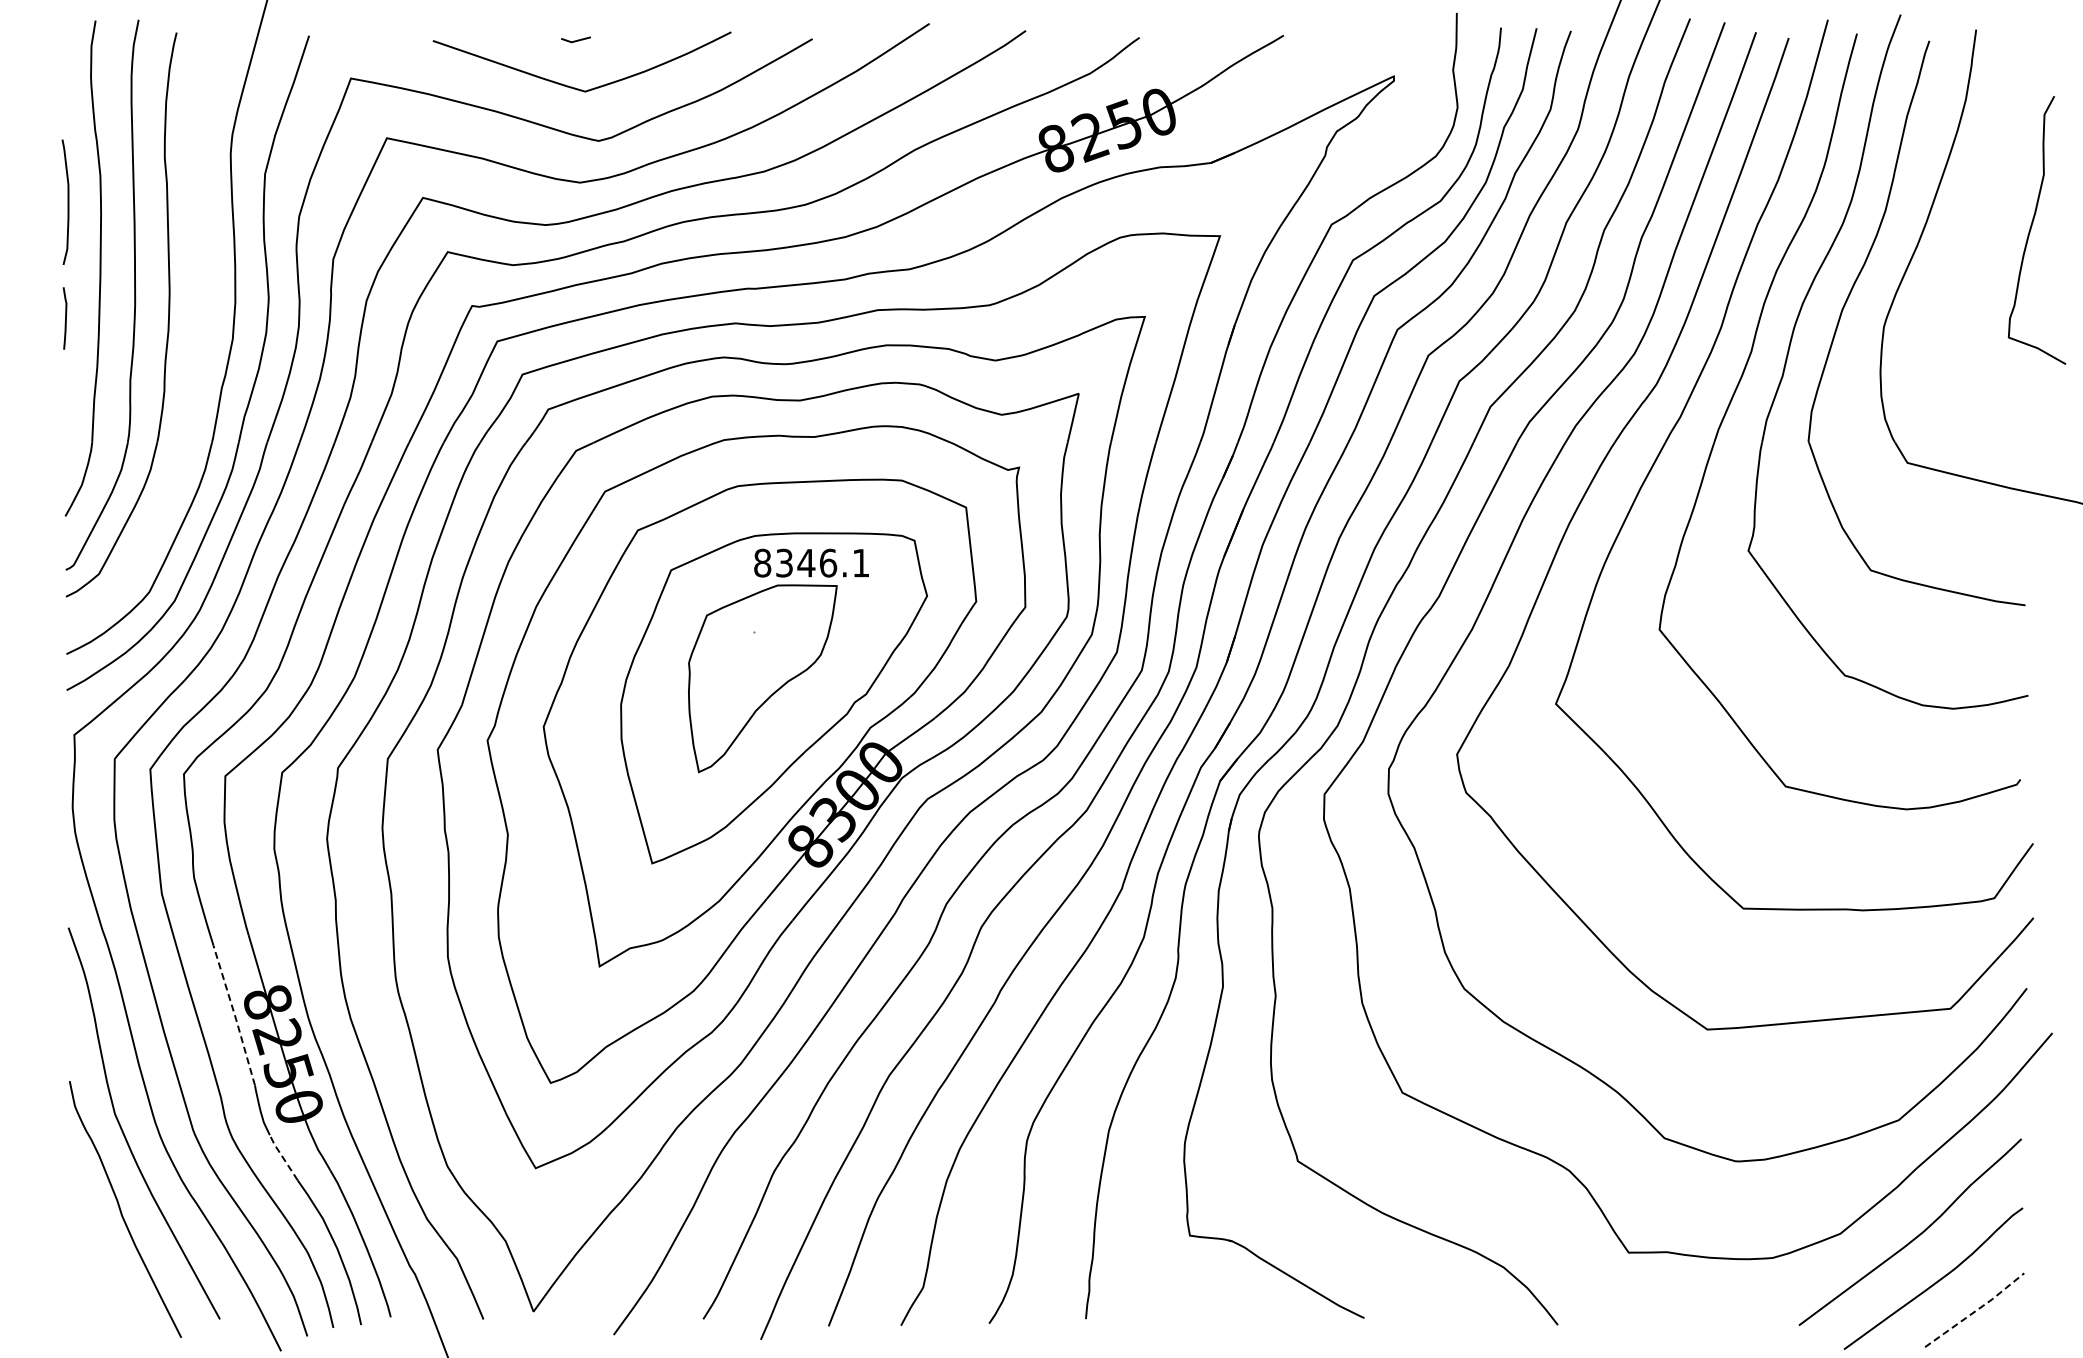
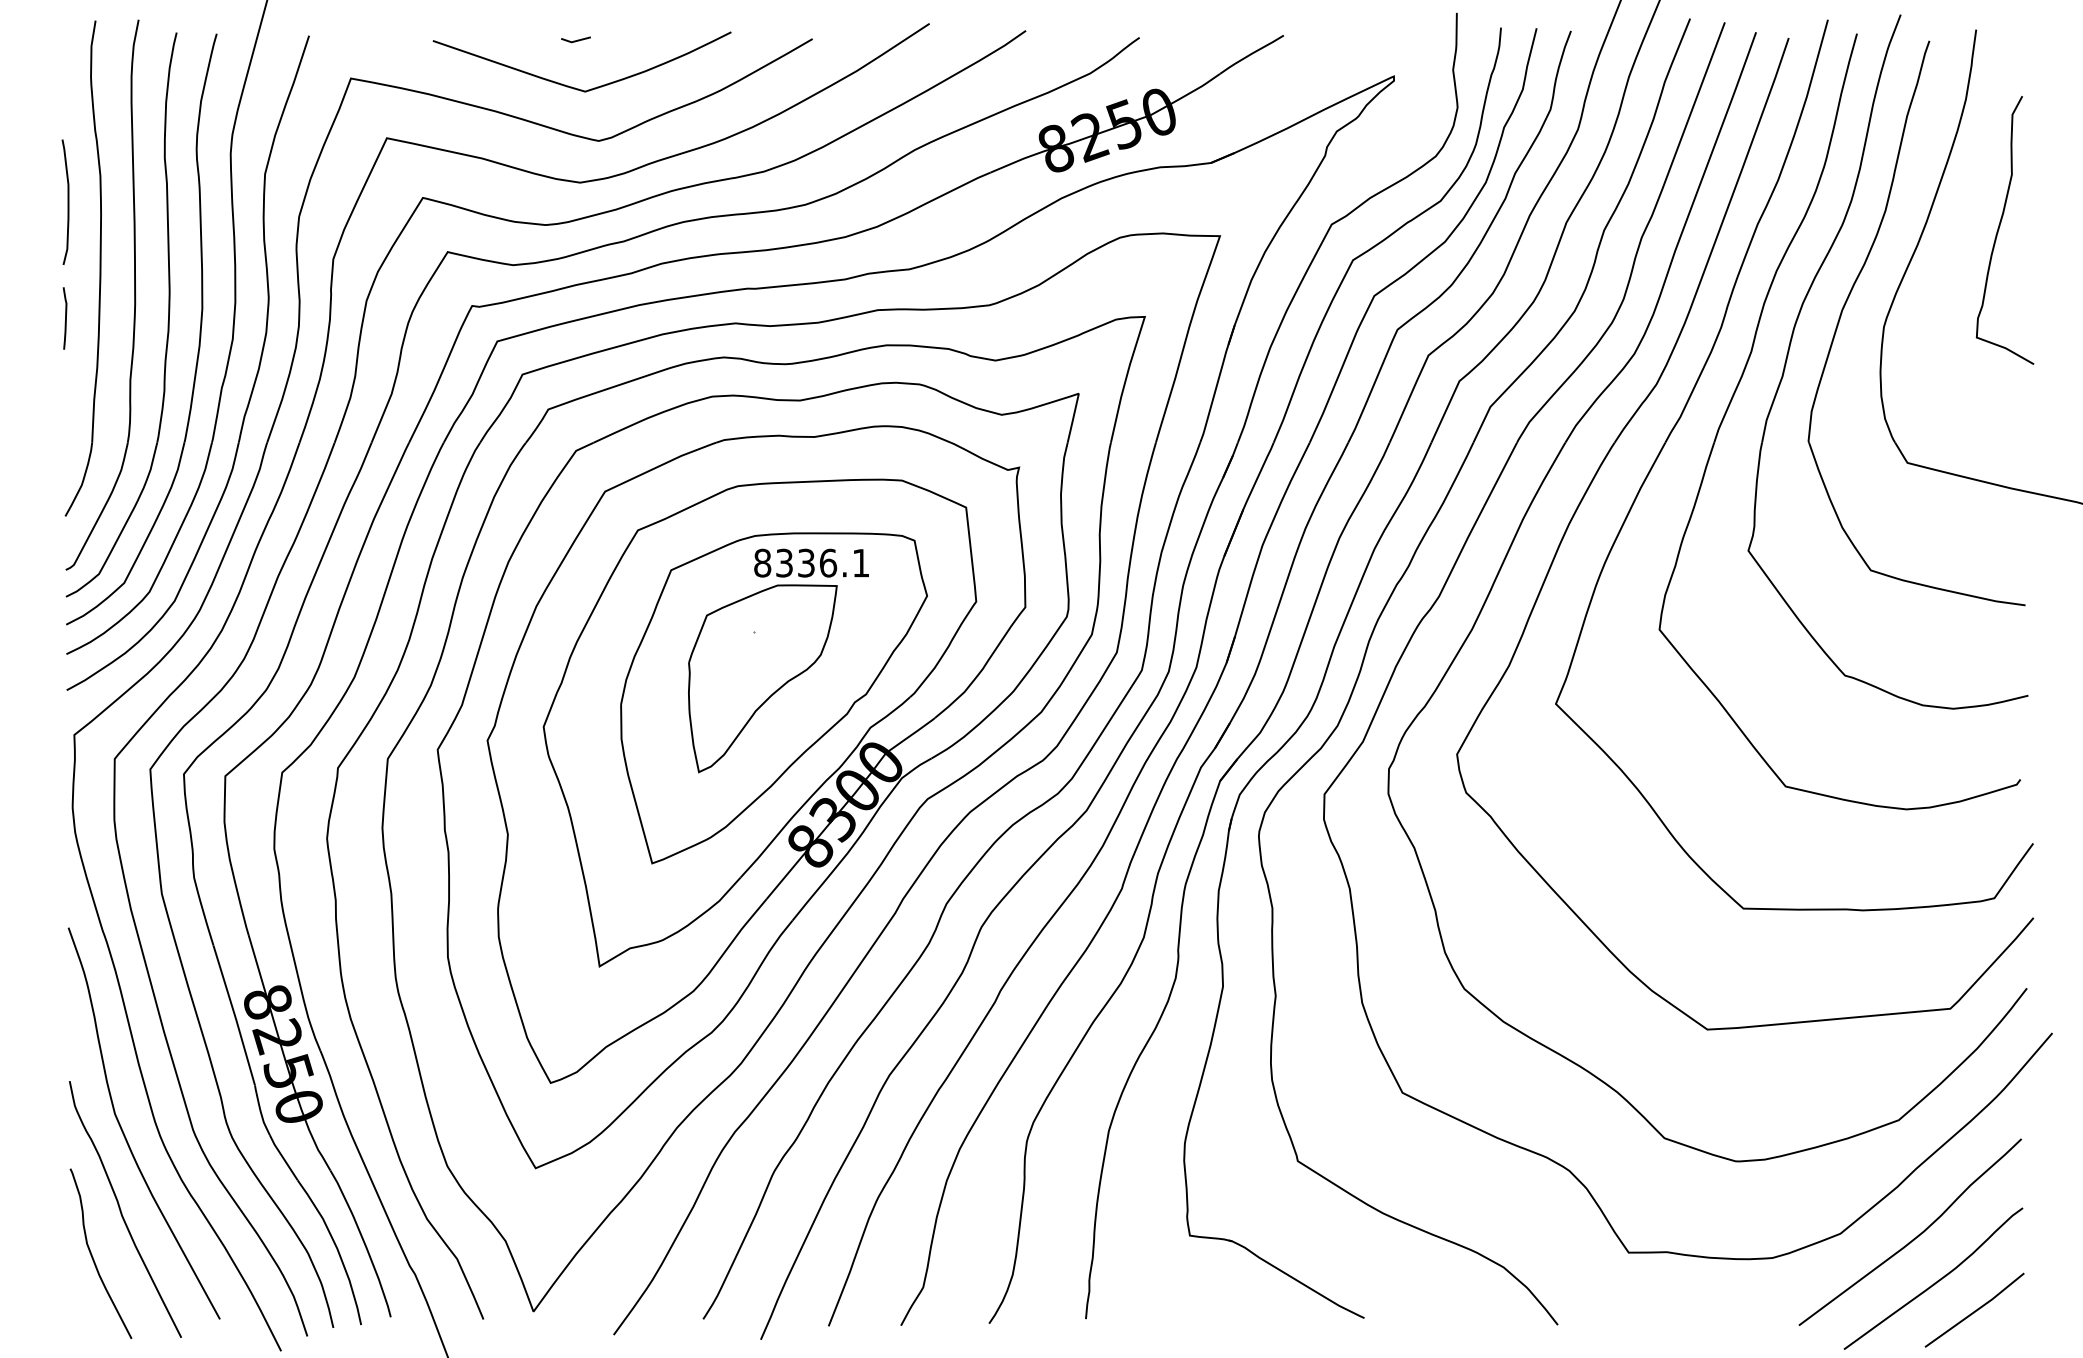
curve at (2031, 229) position: (2031, 229) -> (1999, 229)
part at (199, 330): none -> present
text at (806, 562): 8346.1 -> 8336.1
line at (235, 1016): dashed -> solid
line at (282, 1157): dashed -> solid
curve at (92, 1254): none -> present
line at (1976, 1310): dashed -> solid
